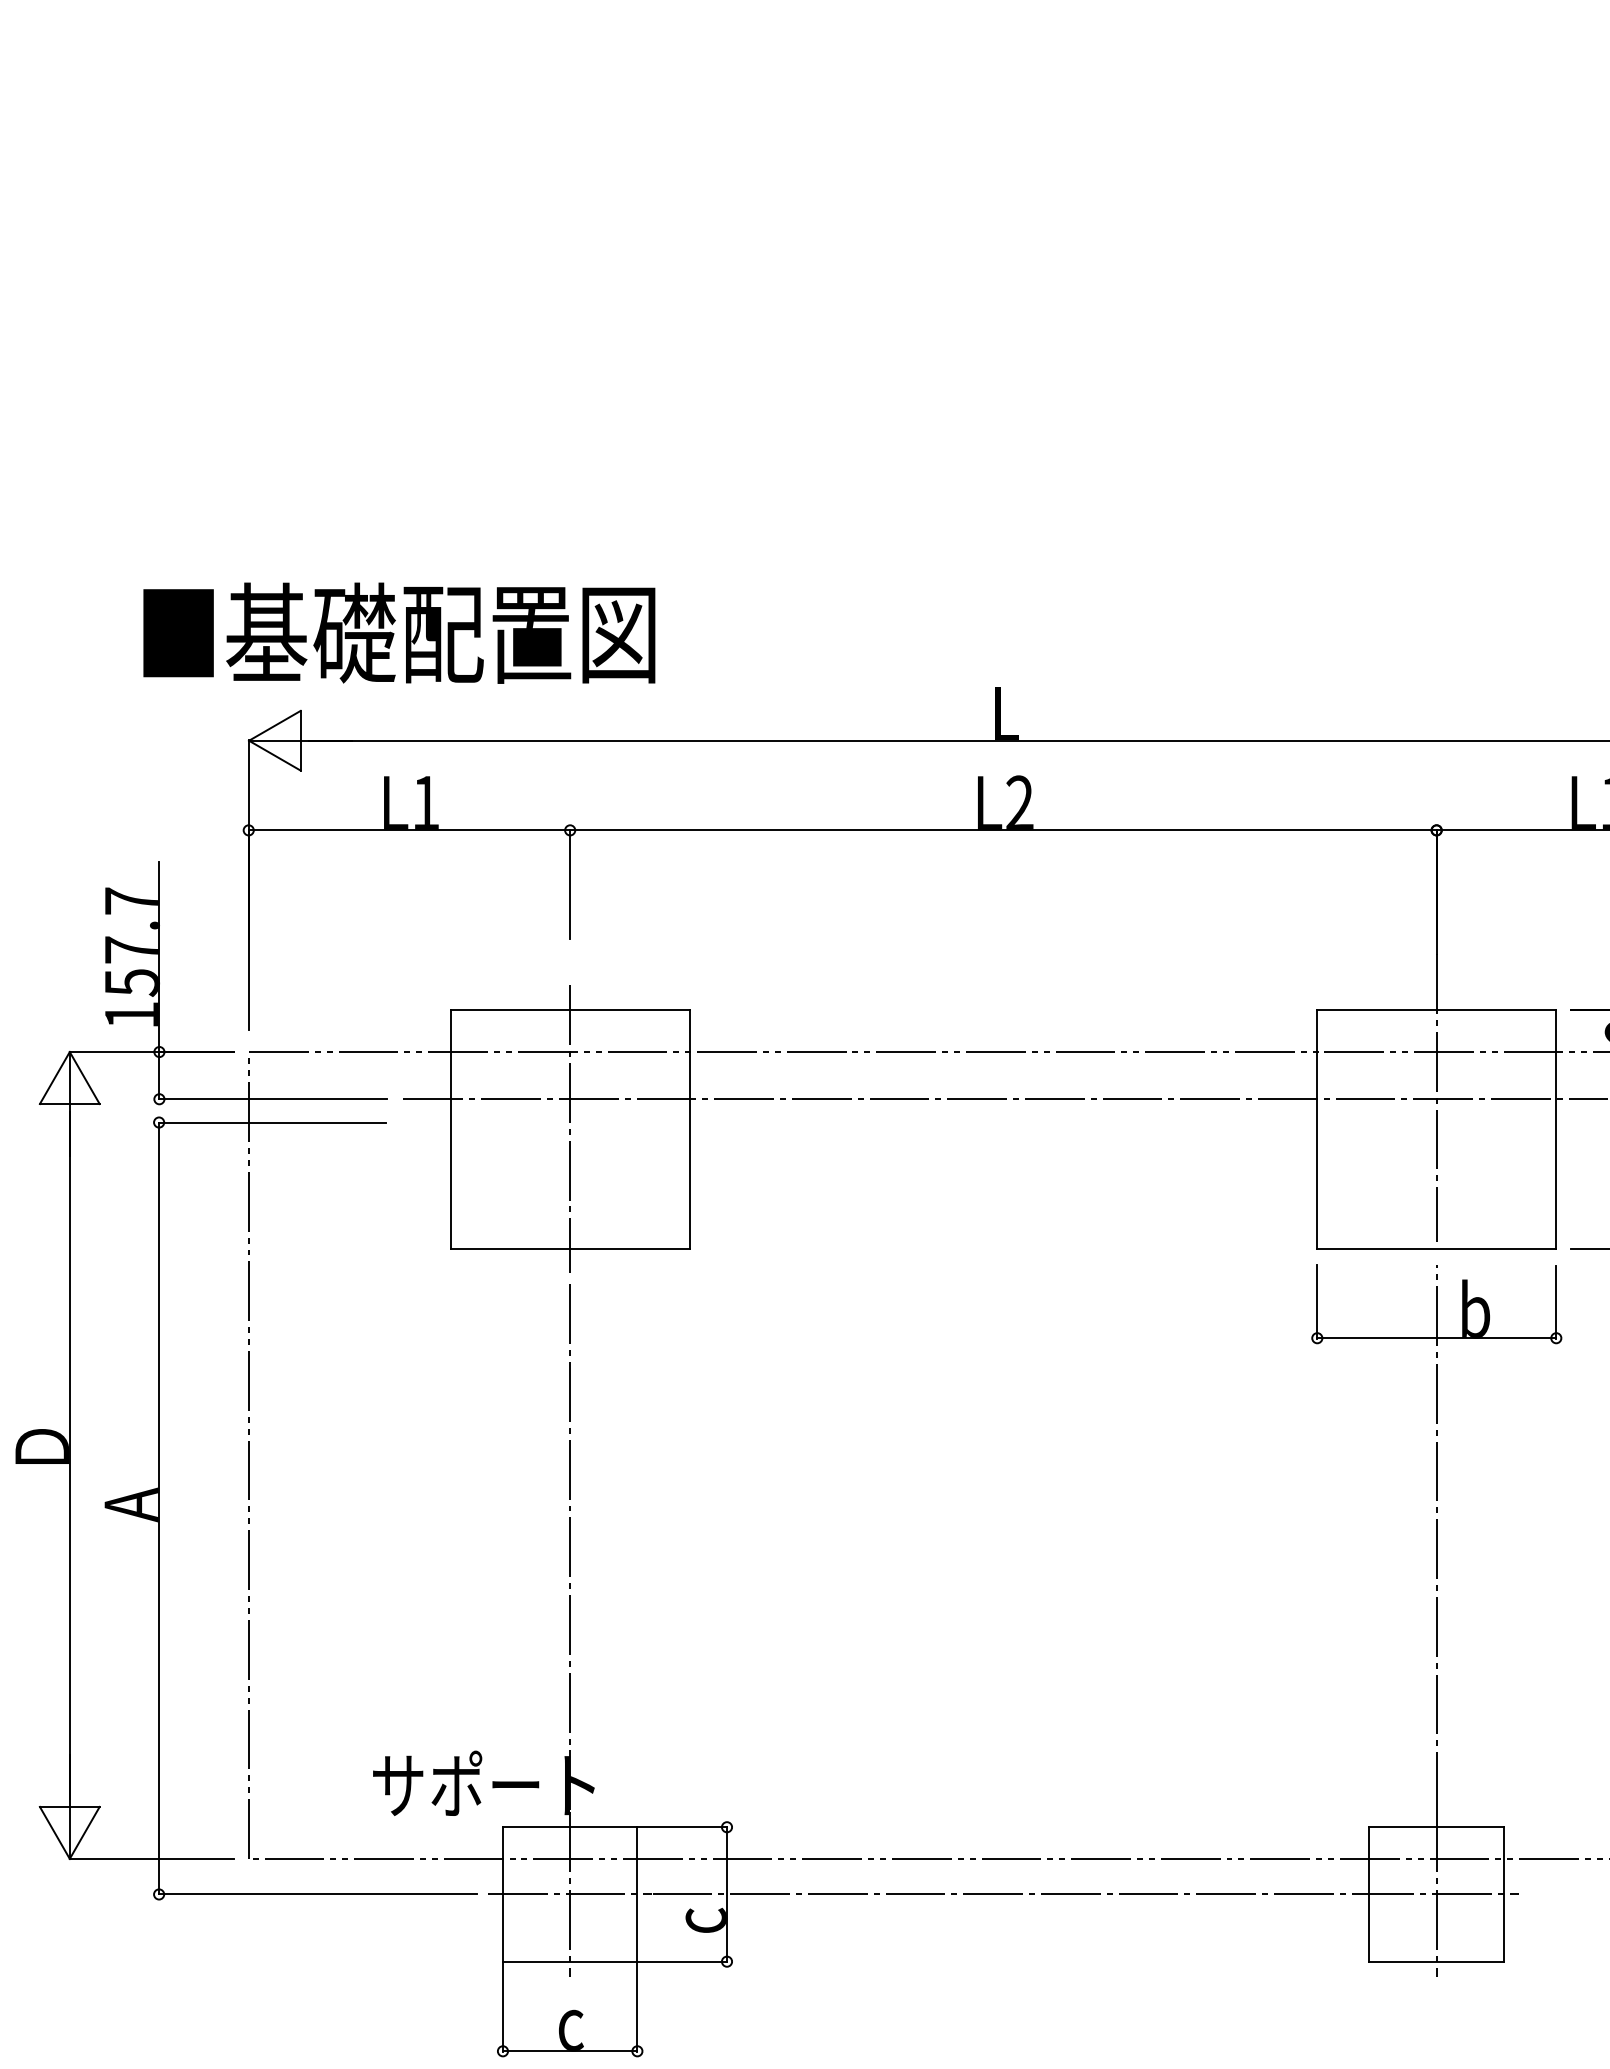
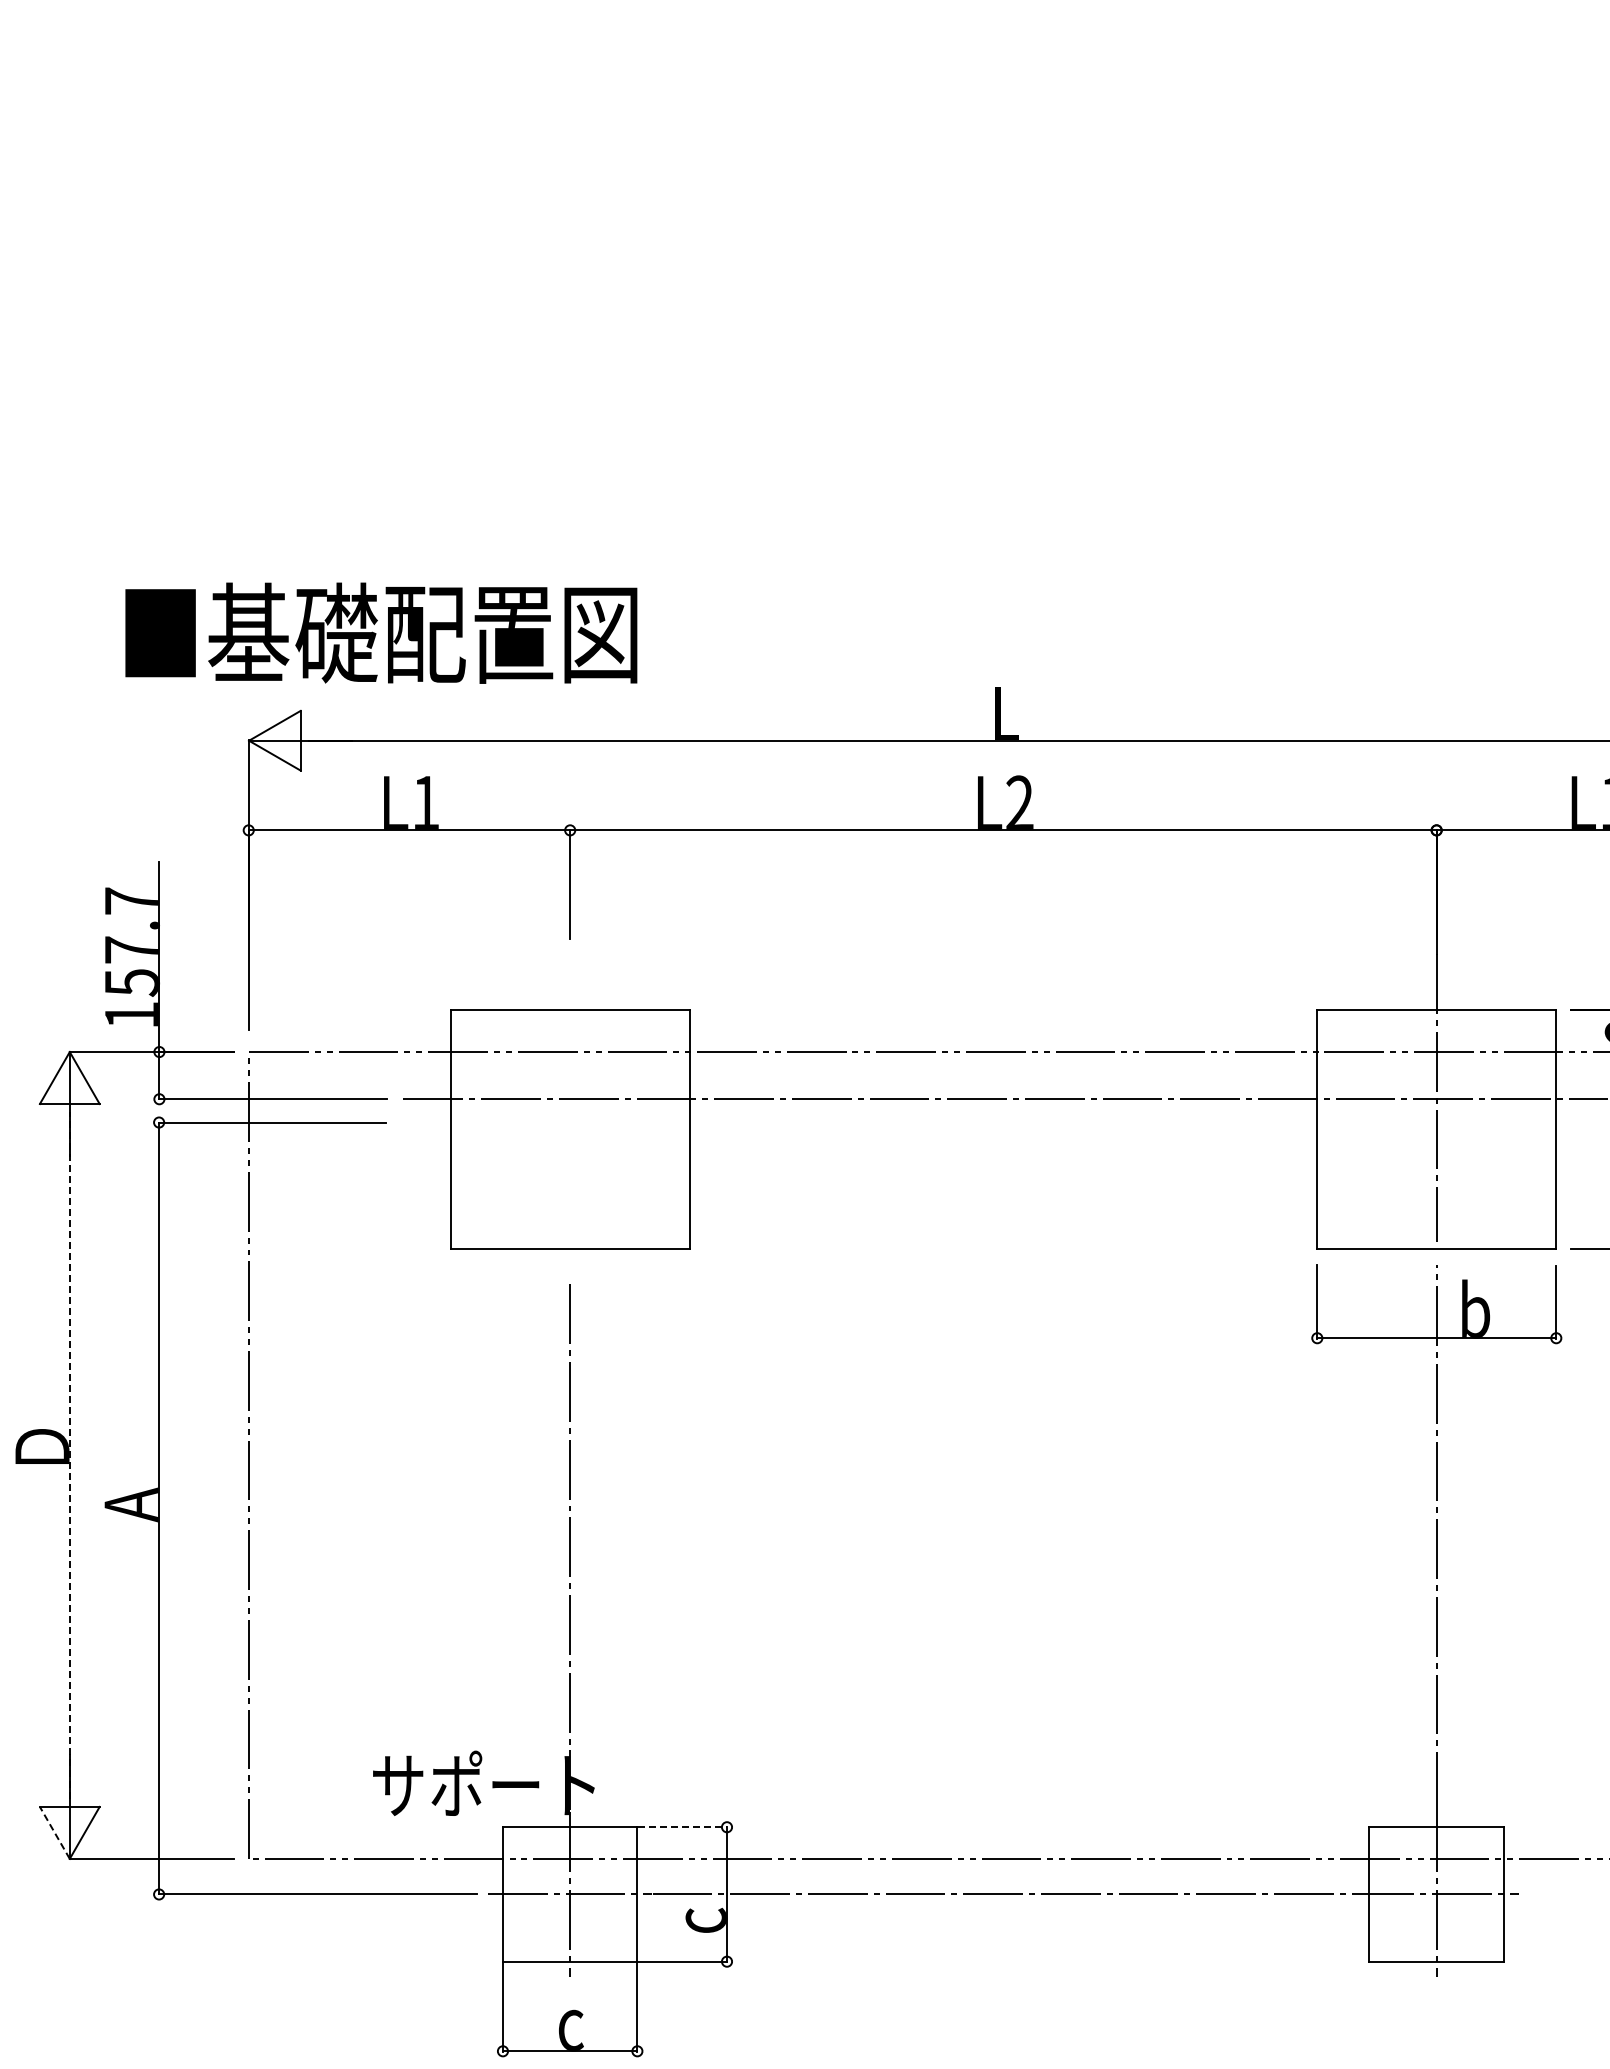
text at (399, 632) position: (399, 632) -> (381, 632)
line at (570, 1128): present -> none
line at (69, 1455): solid -> dashed
line at (682, 1827): solid -> dashed
line at (54, 1832): solid -> dashed
